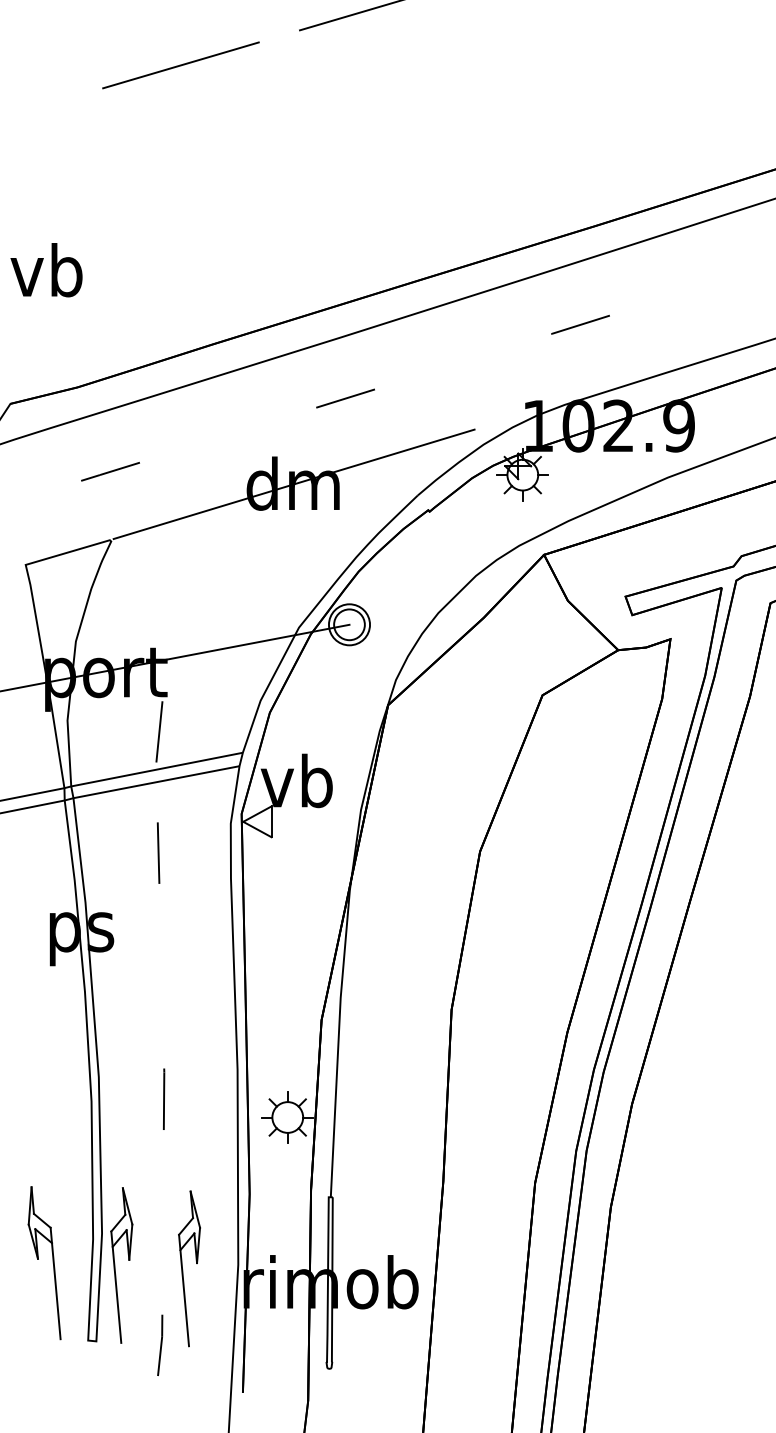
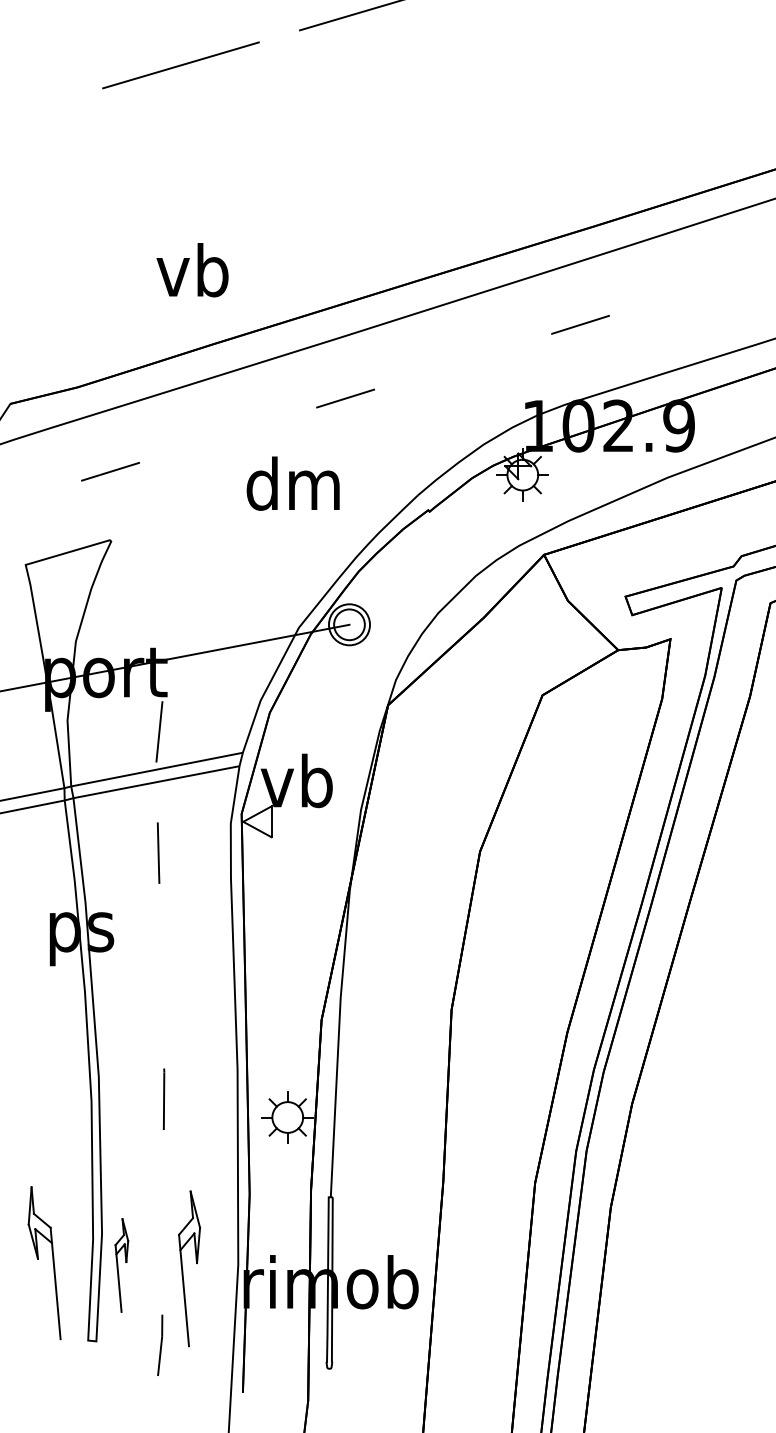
text at (46, 270) position: (46, 270) -> (192, 270)
line at (293, 484): present -> none
part at (121, 1265) size: 24x157 px -> 16x95 px
